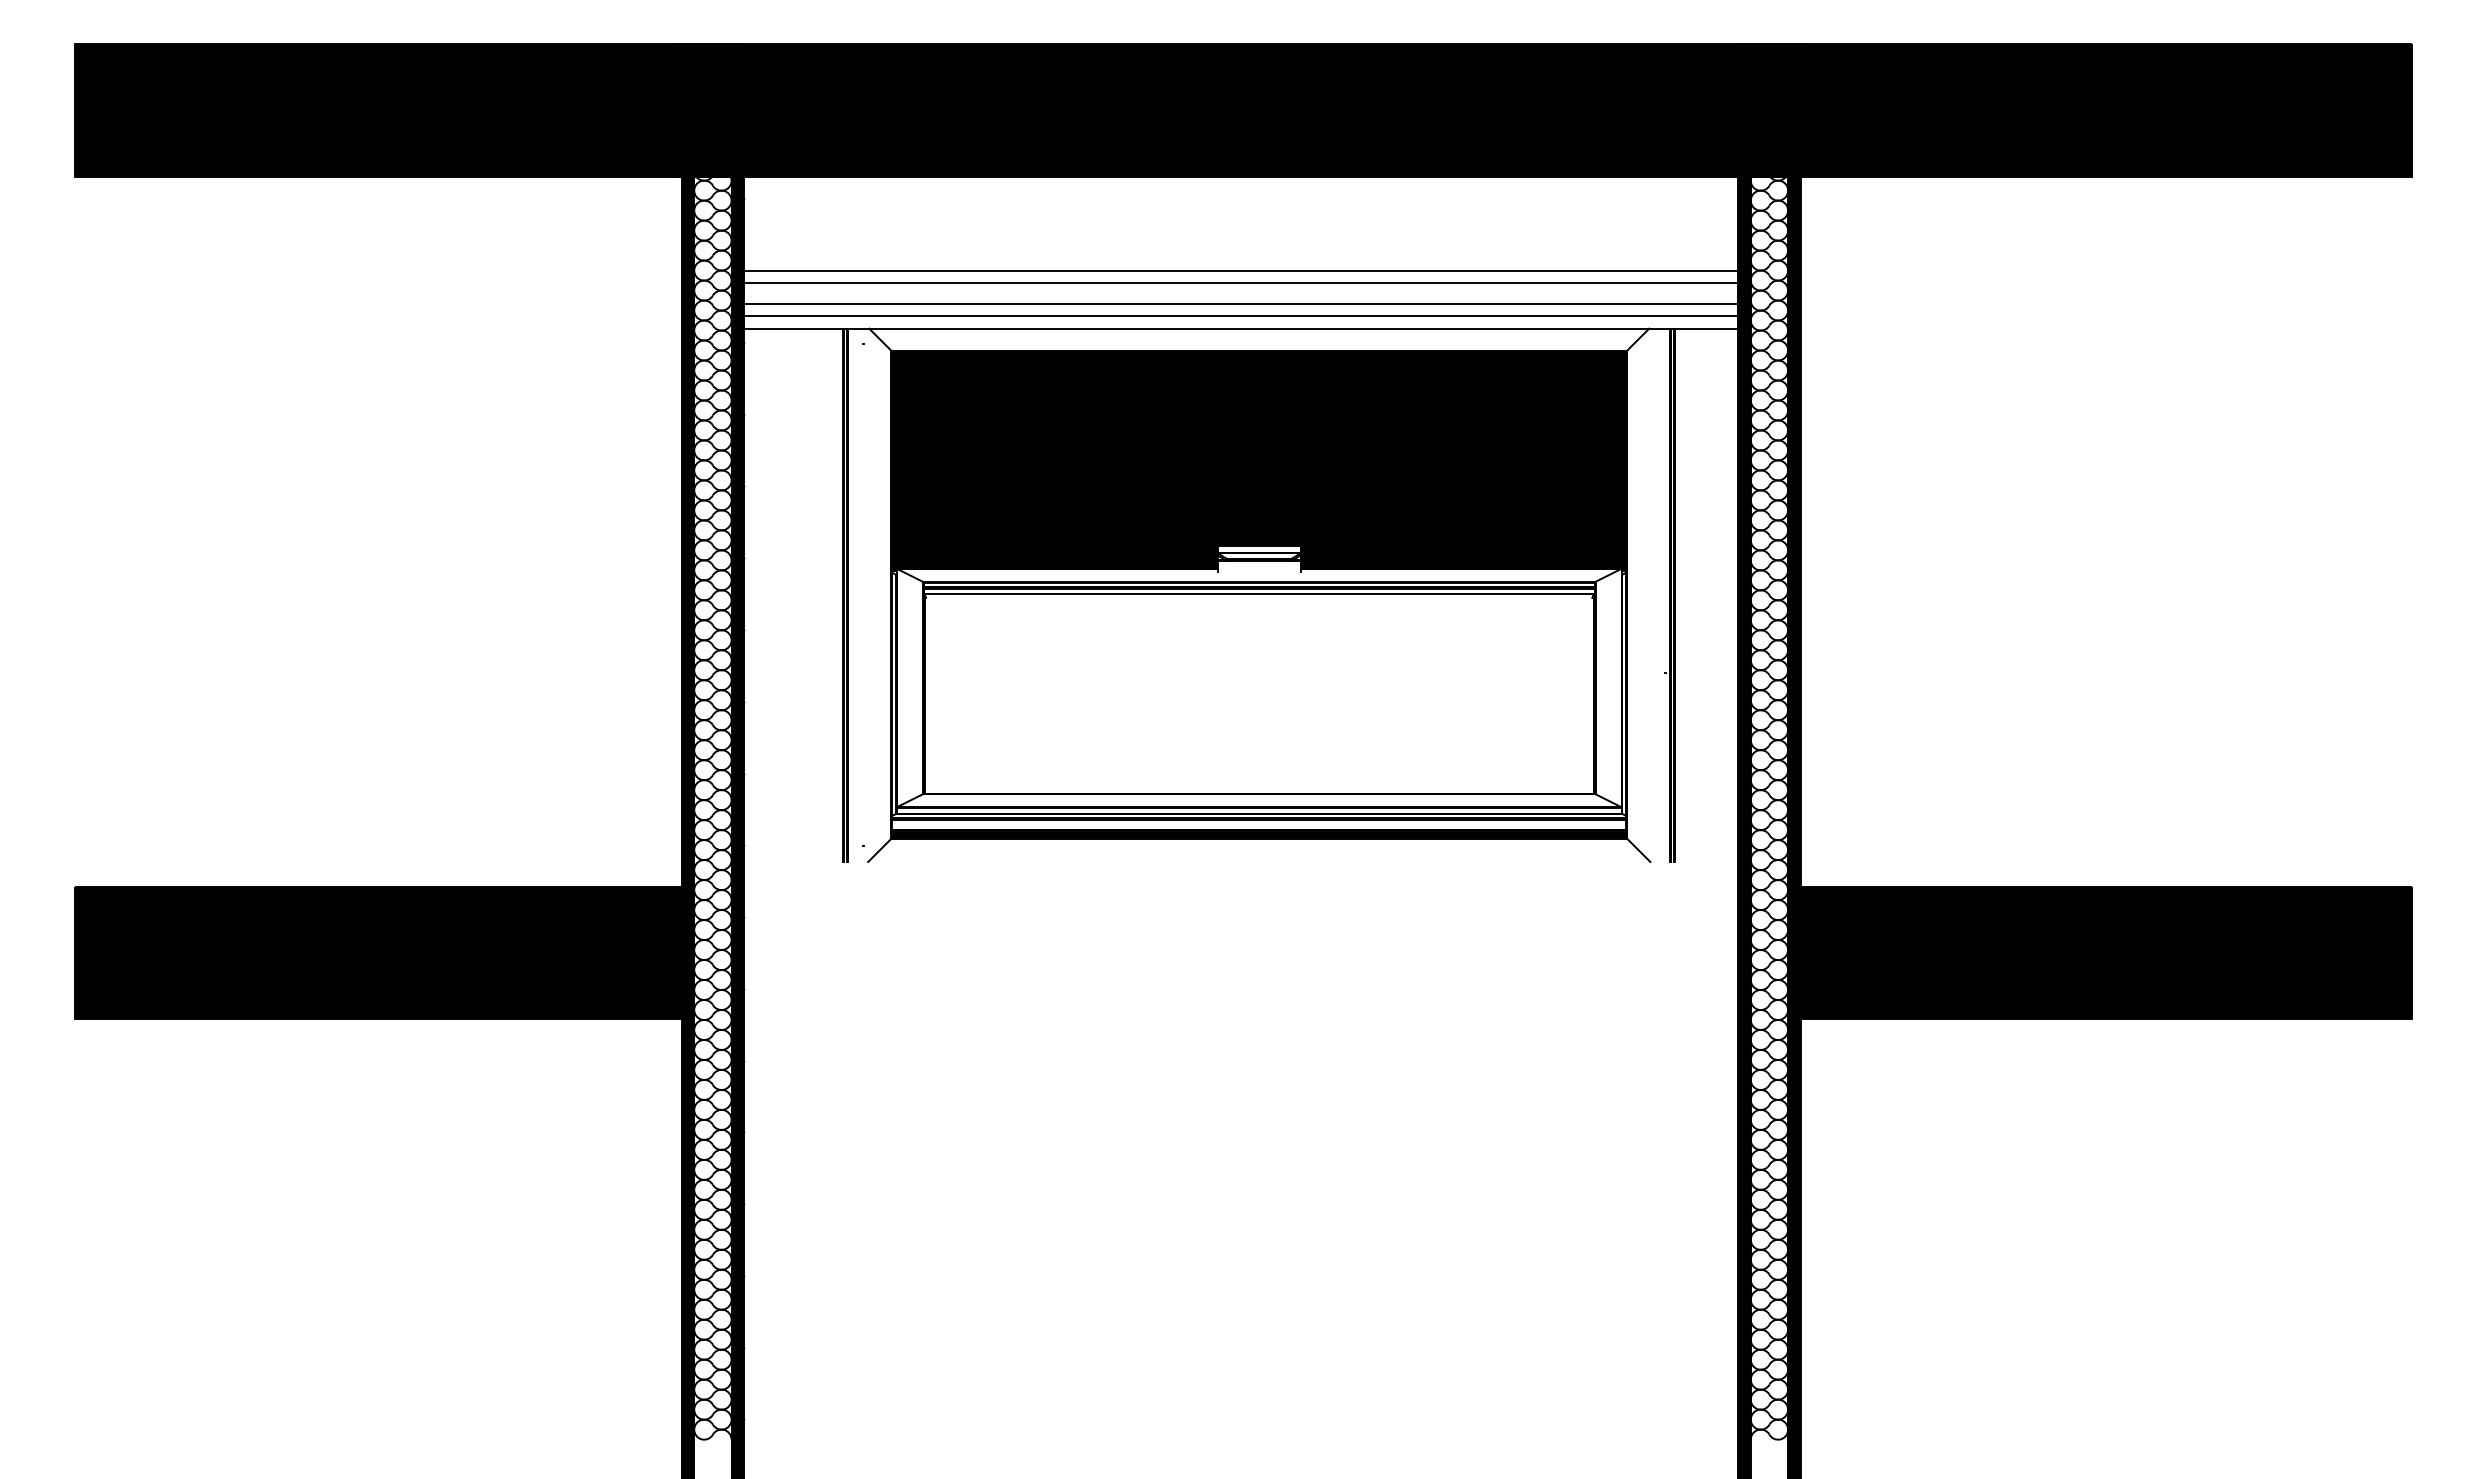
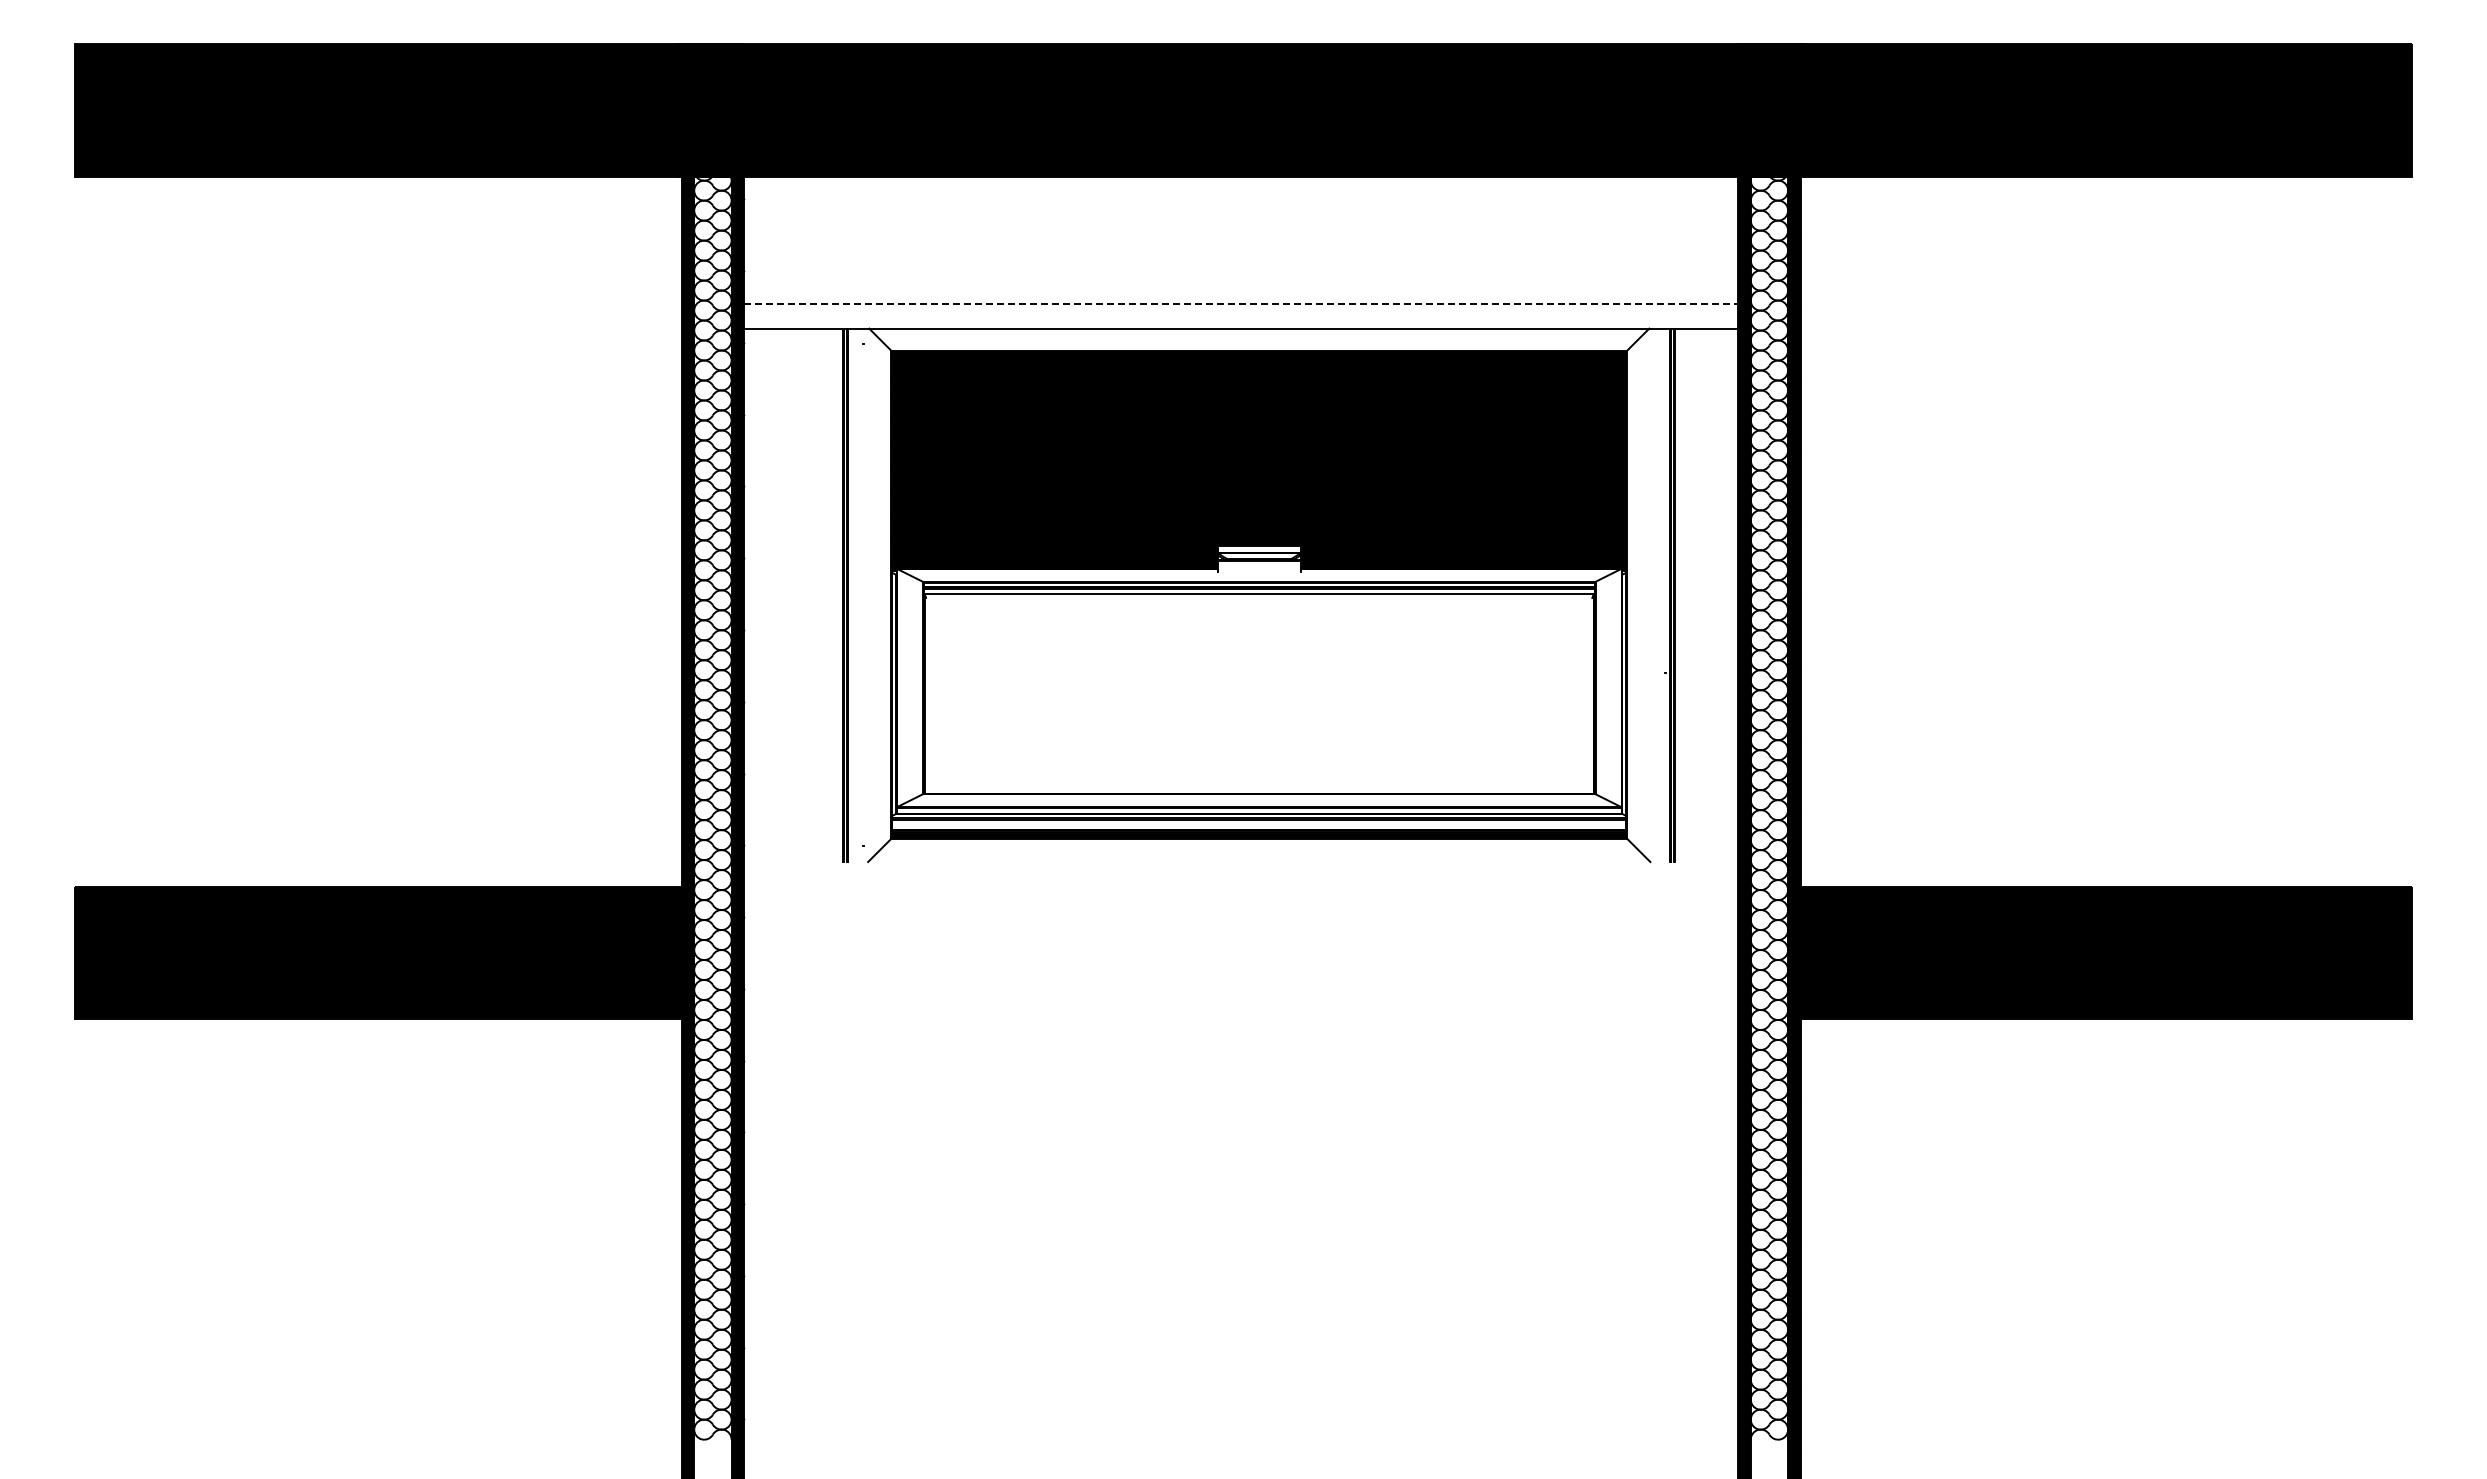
line at (1240, 270): present -> none
line at (1240, 283): present -> none
line at (1241, 303): solid -> dashed
line at (1240, 316): present -> none
